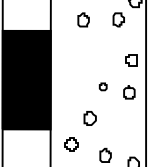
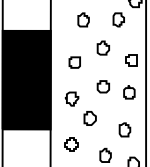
part at (102, 47): none -> present
part at (74, 62): none -> present
part at (102, 86) size: 10x10 px -> 14x14 px
part at (71, 98): none -> present
part at (124, 129): none -> present
